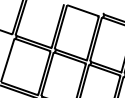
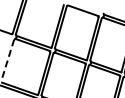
line at (7, 60): solid -> dashed
